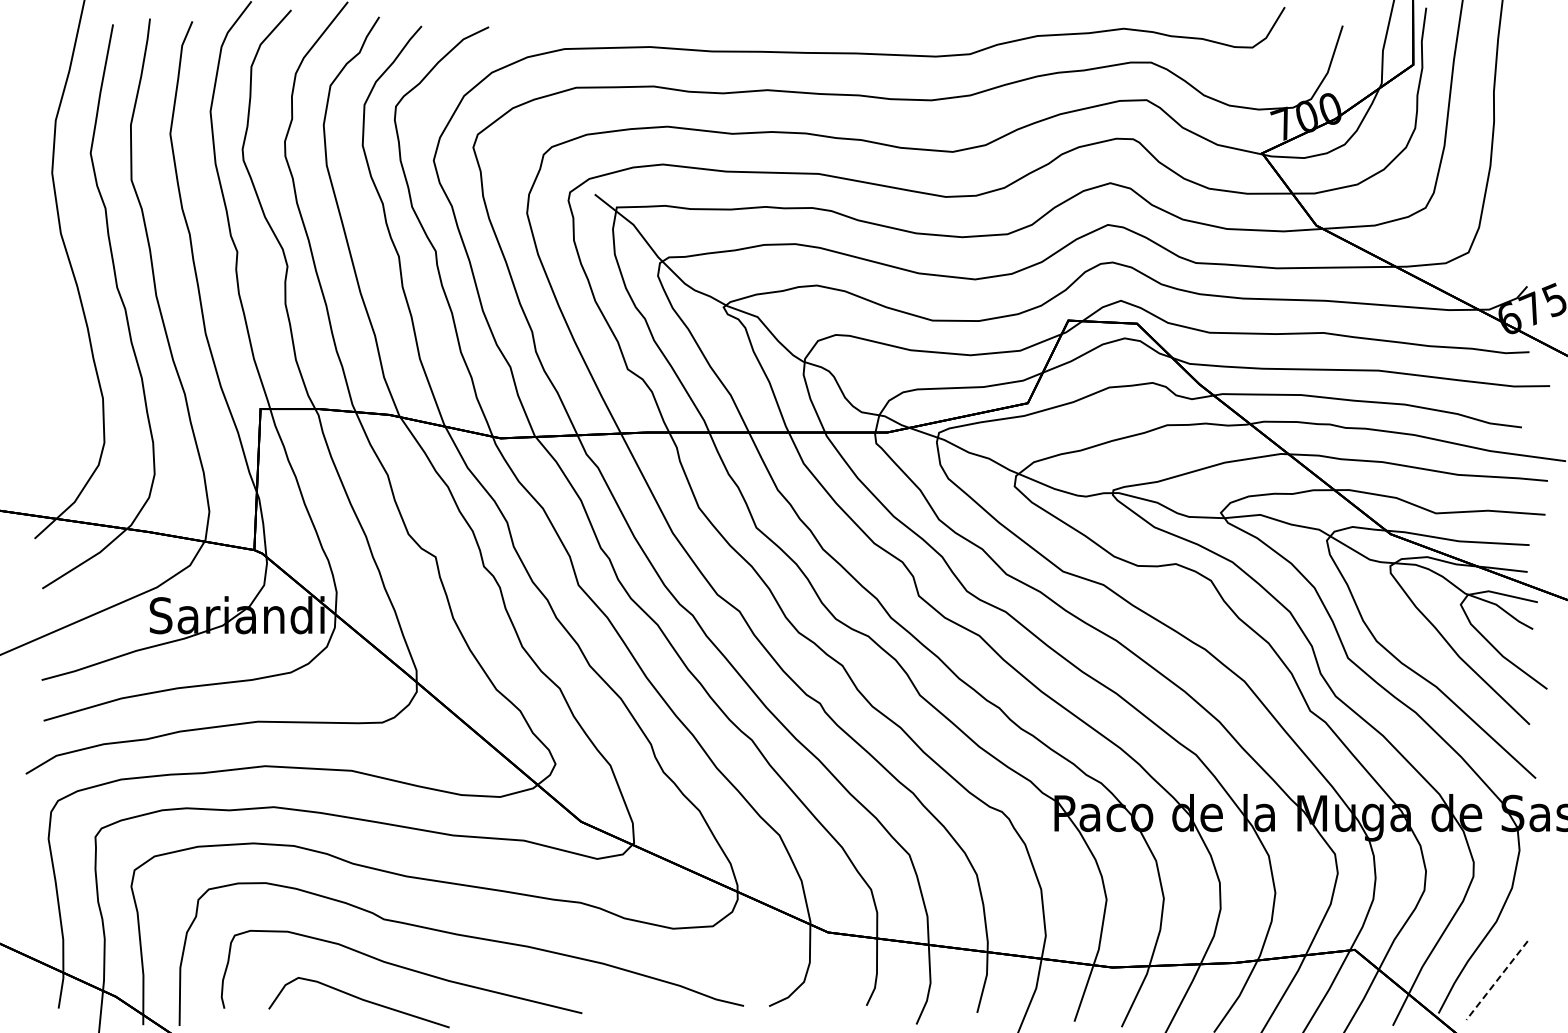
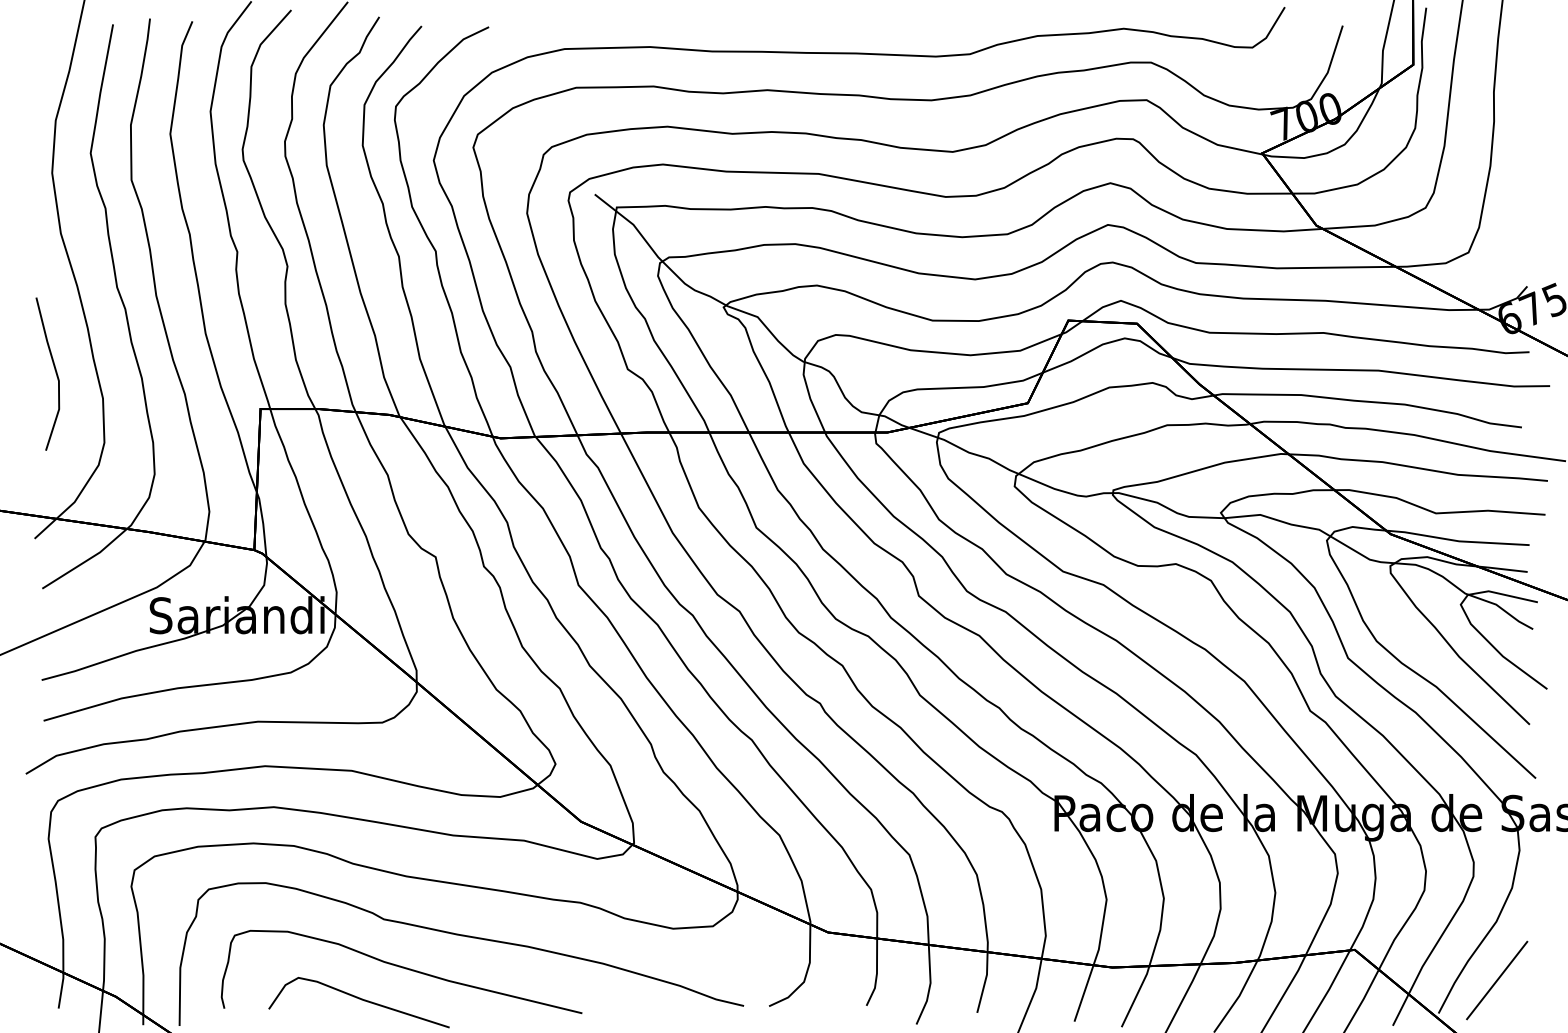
line at (54, 370): none -> present
line at (1497, 980): dashed -> solid
